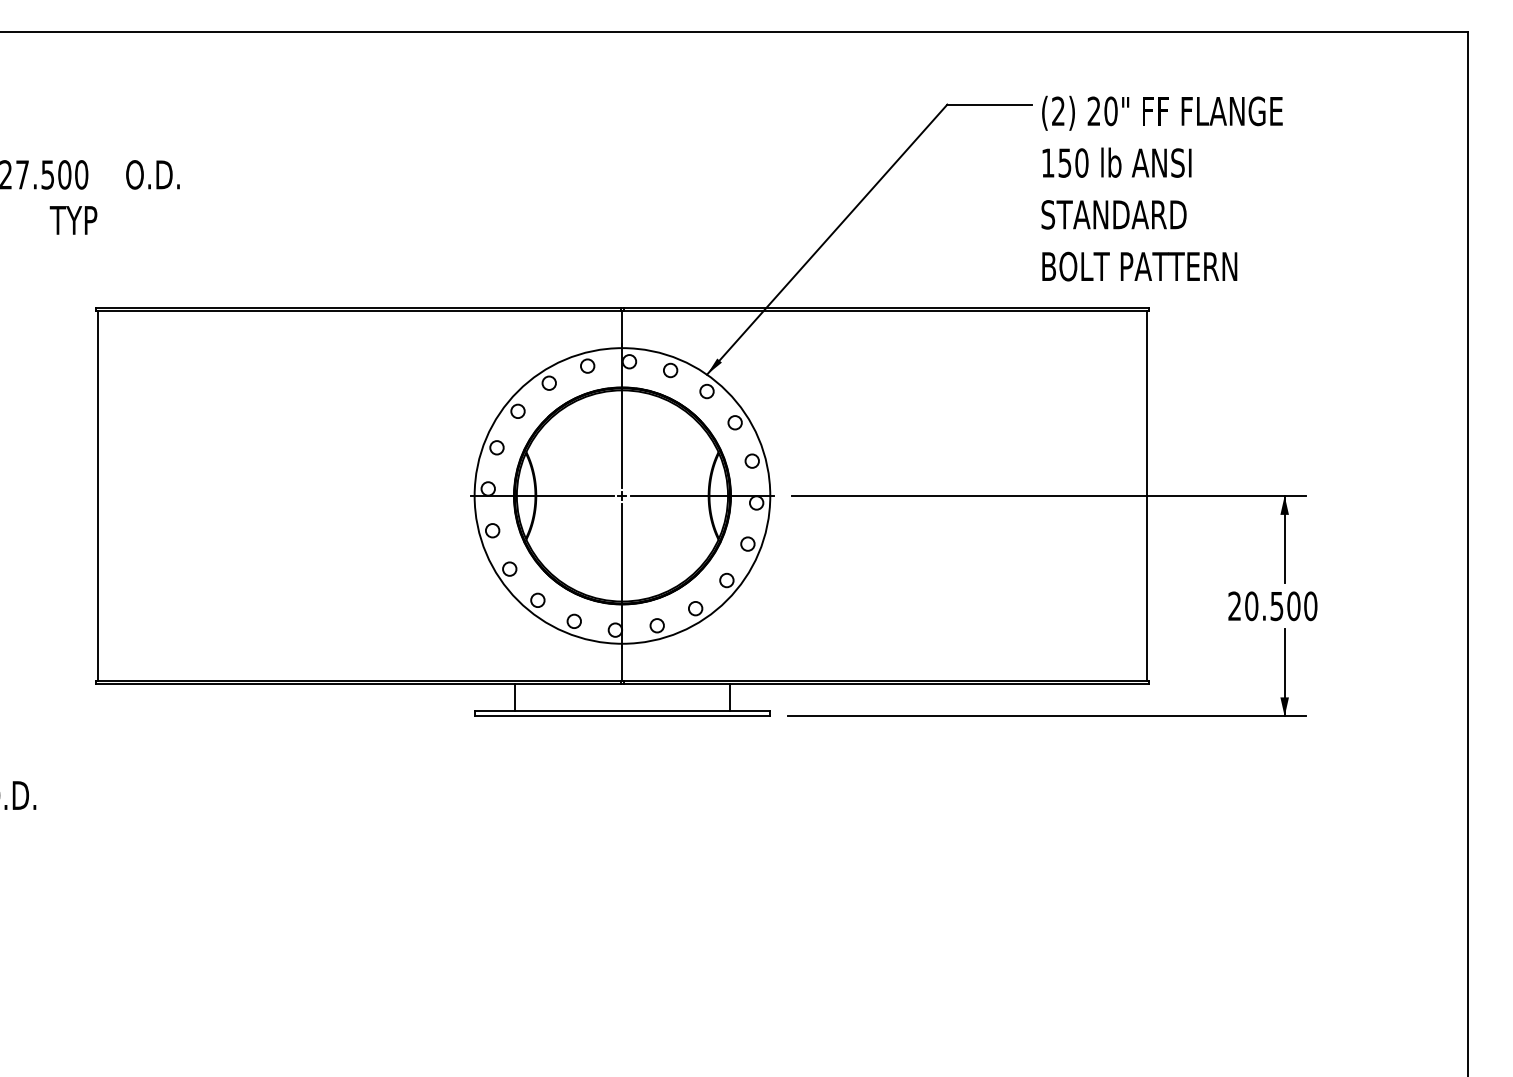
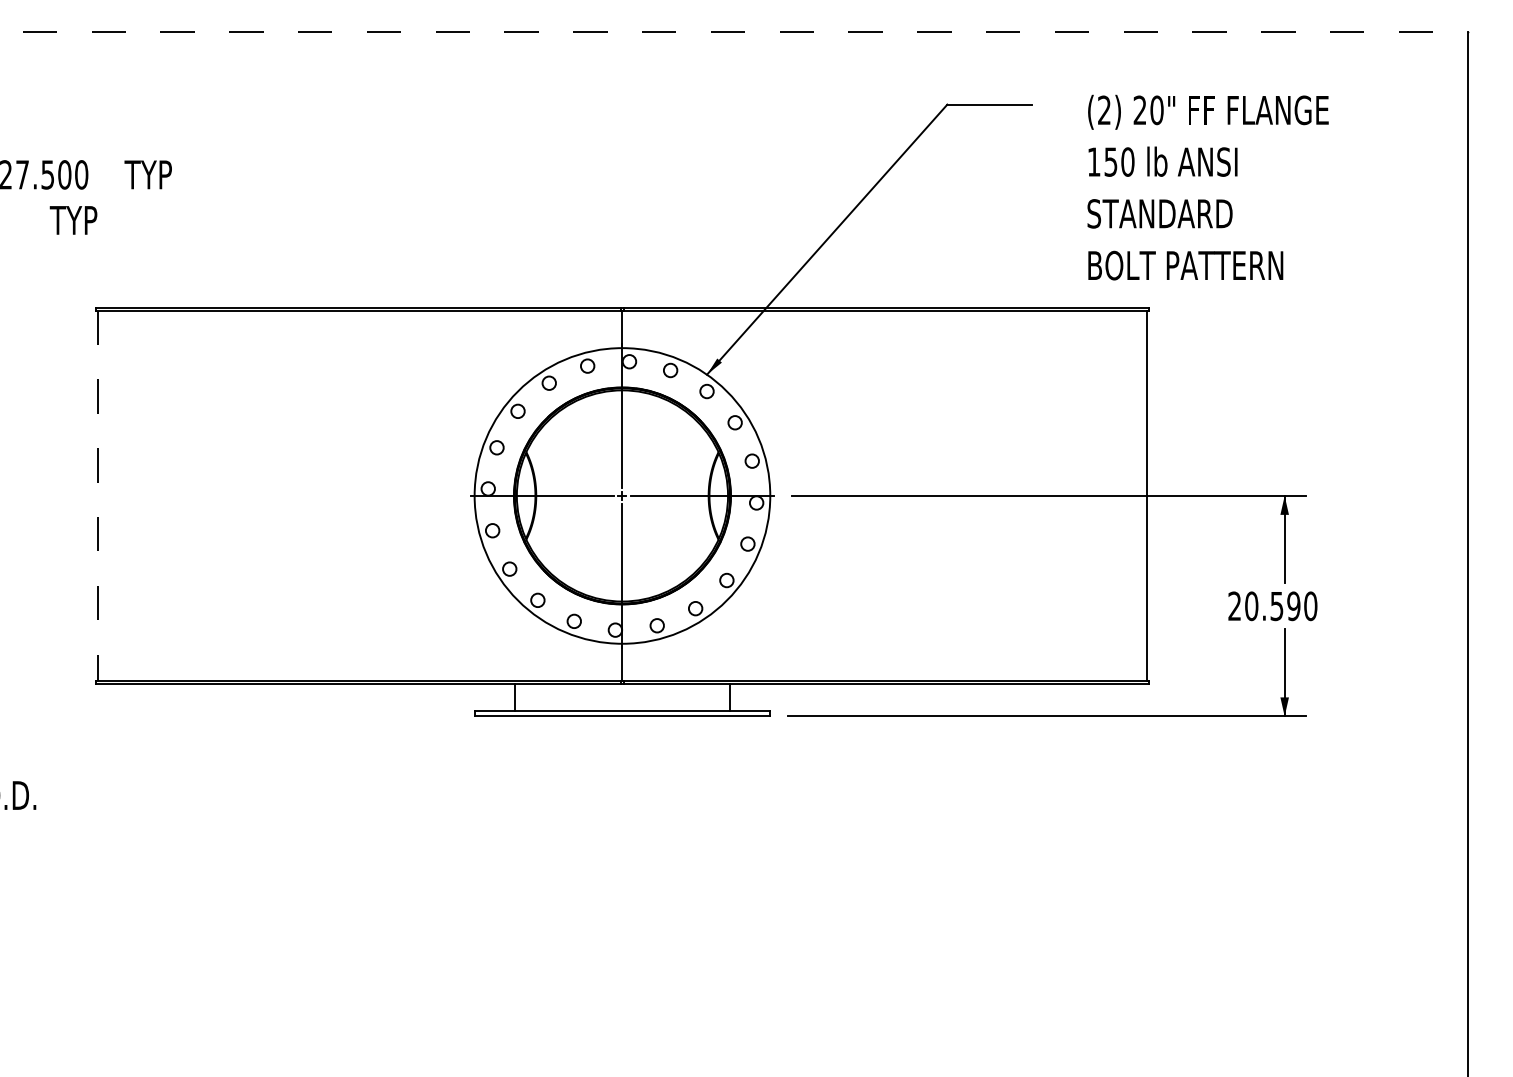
line at (734, 32): solid -> dashed
text at (151, 174): O.D. -> TYP
text at (1161, 188) position: (1161, 188) -> (1207, 187)
line at (98, 496): solid -> dashed
text at (1293, 606): 20.500 -> 20.590
